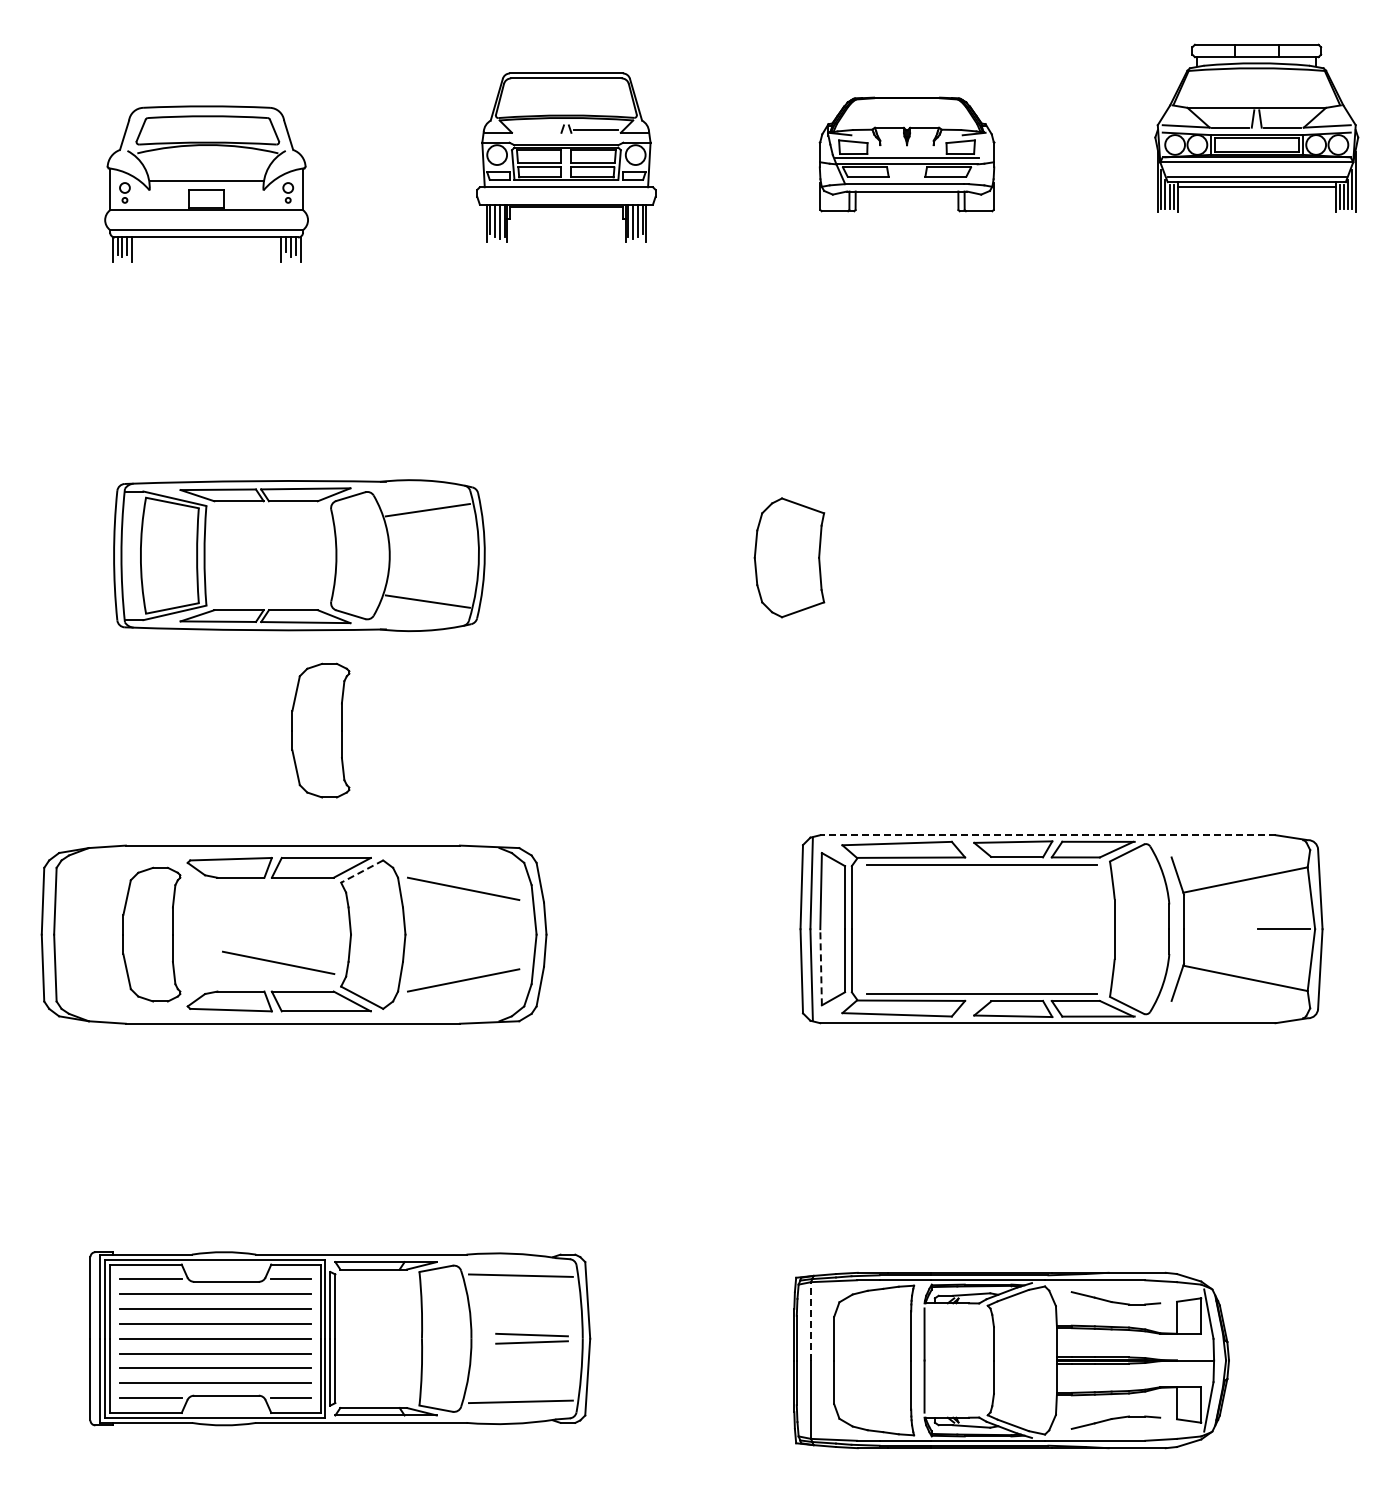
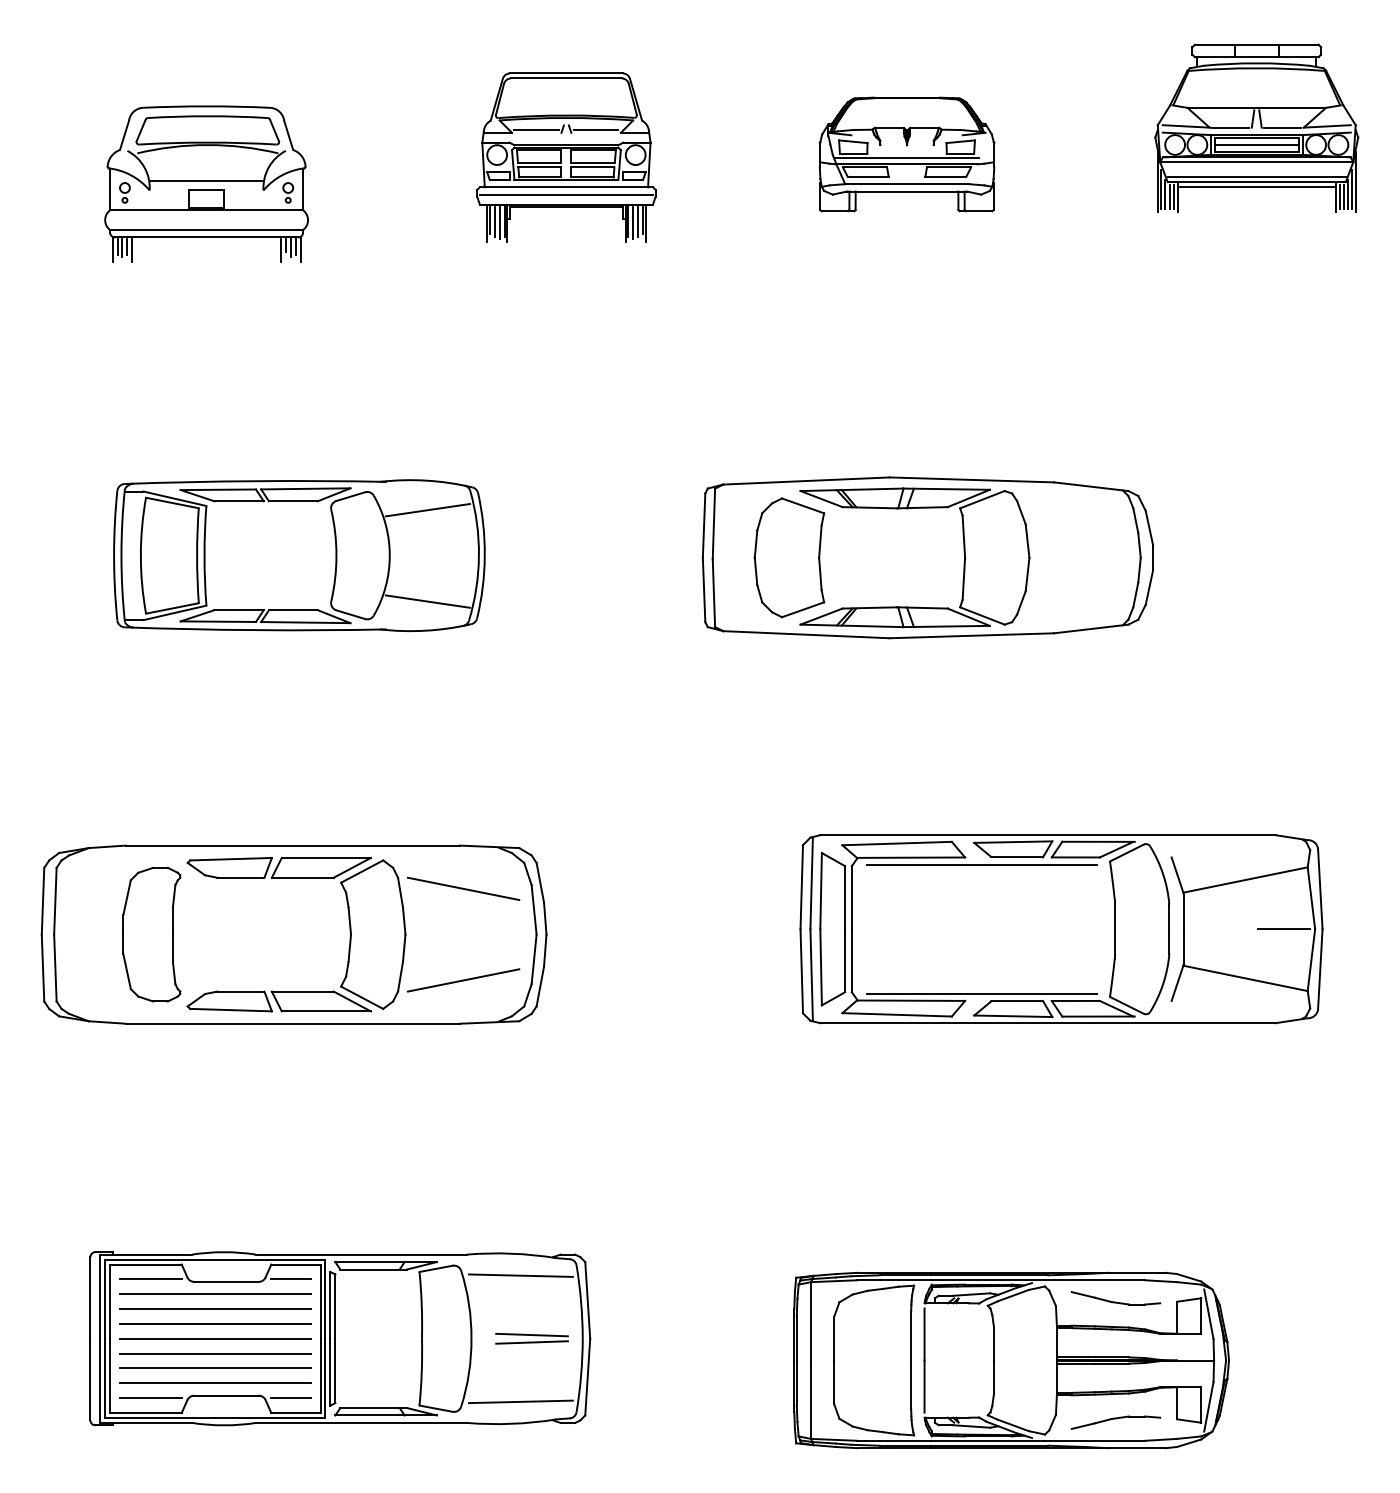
line at (536, 130): none -> present
line at (1256, 144): none -> present
line at (566, 194): none -> present
part at (927, 557): none -> present
part at (320, 730): present -> none
line at (1047, 835): dashed -> solid
line at (362, 871): dashed -> solid
line at (278, 962): present -> none
line at (821, 966): dashed -> solid
line at (811, 1320): dashed -> solid
